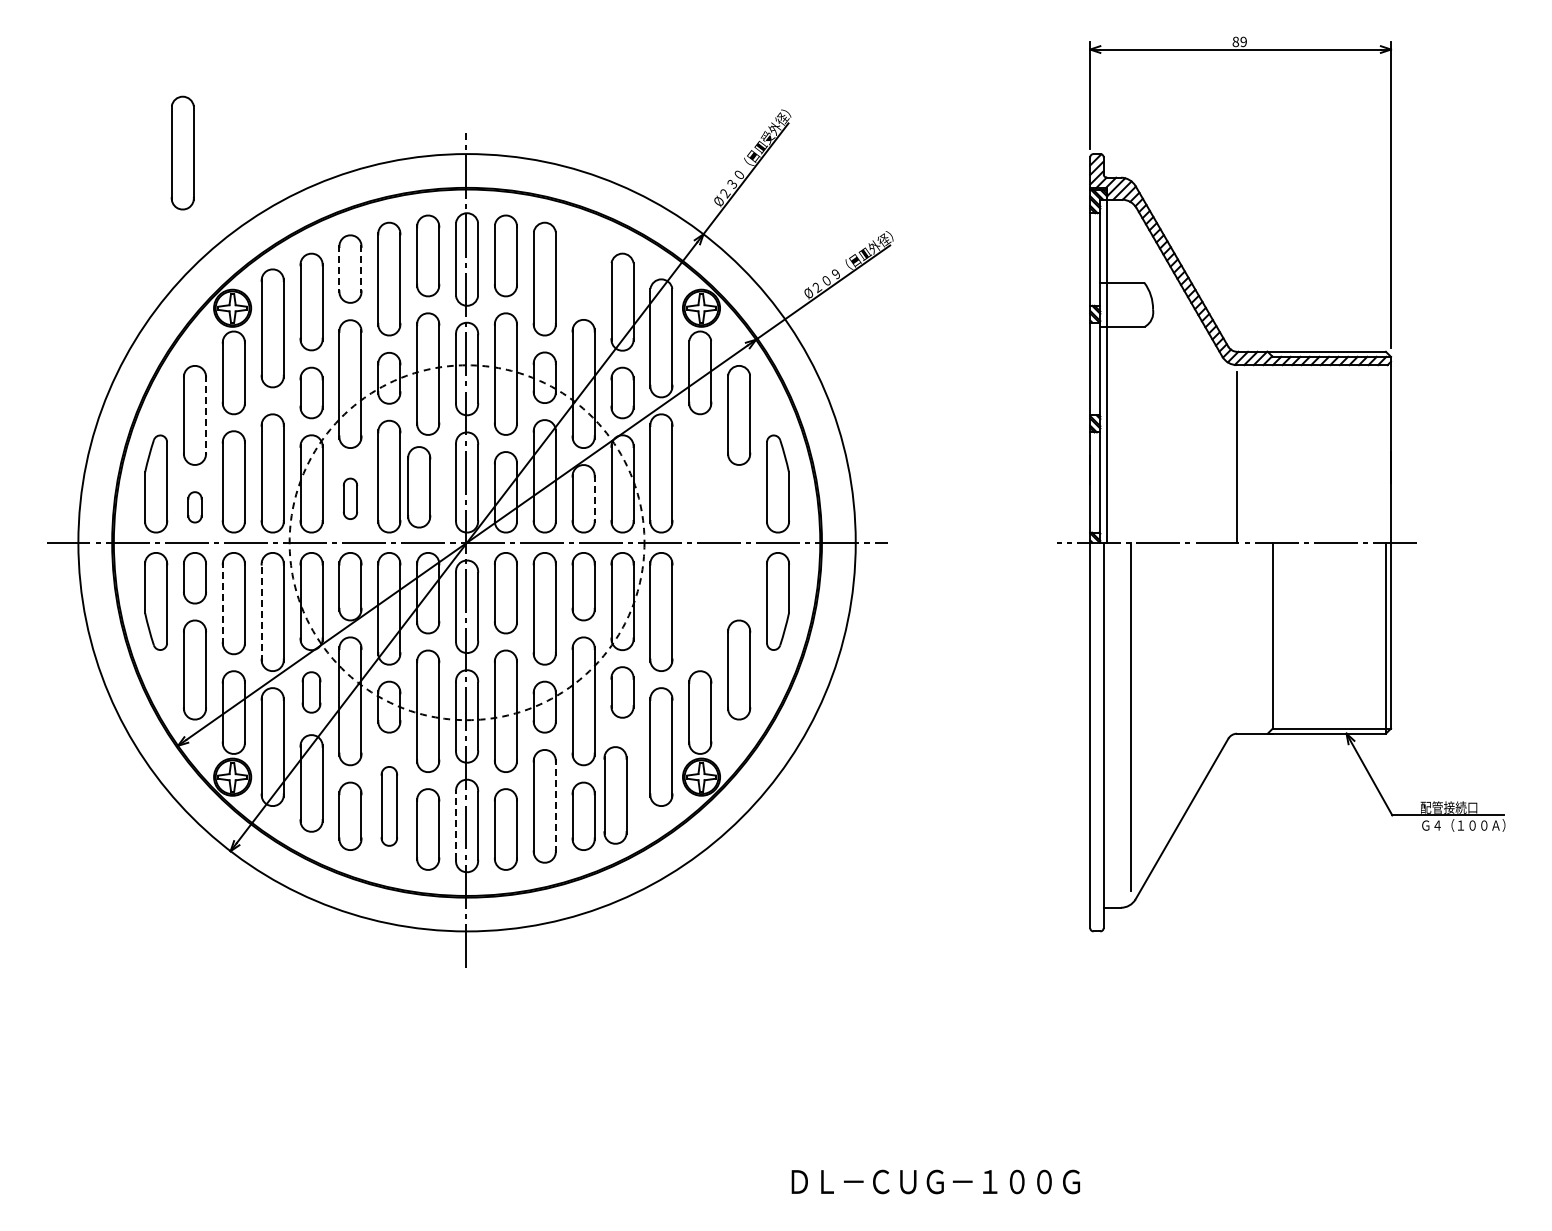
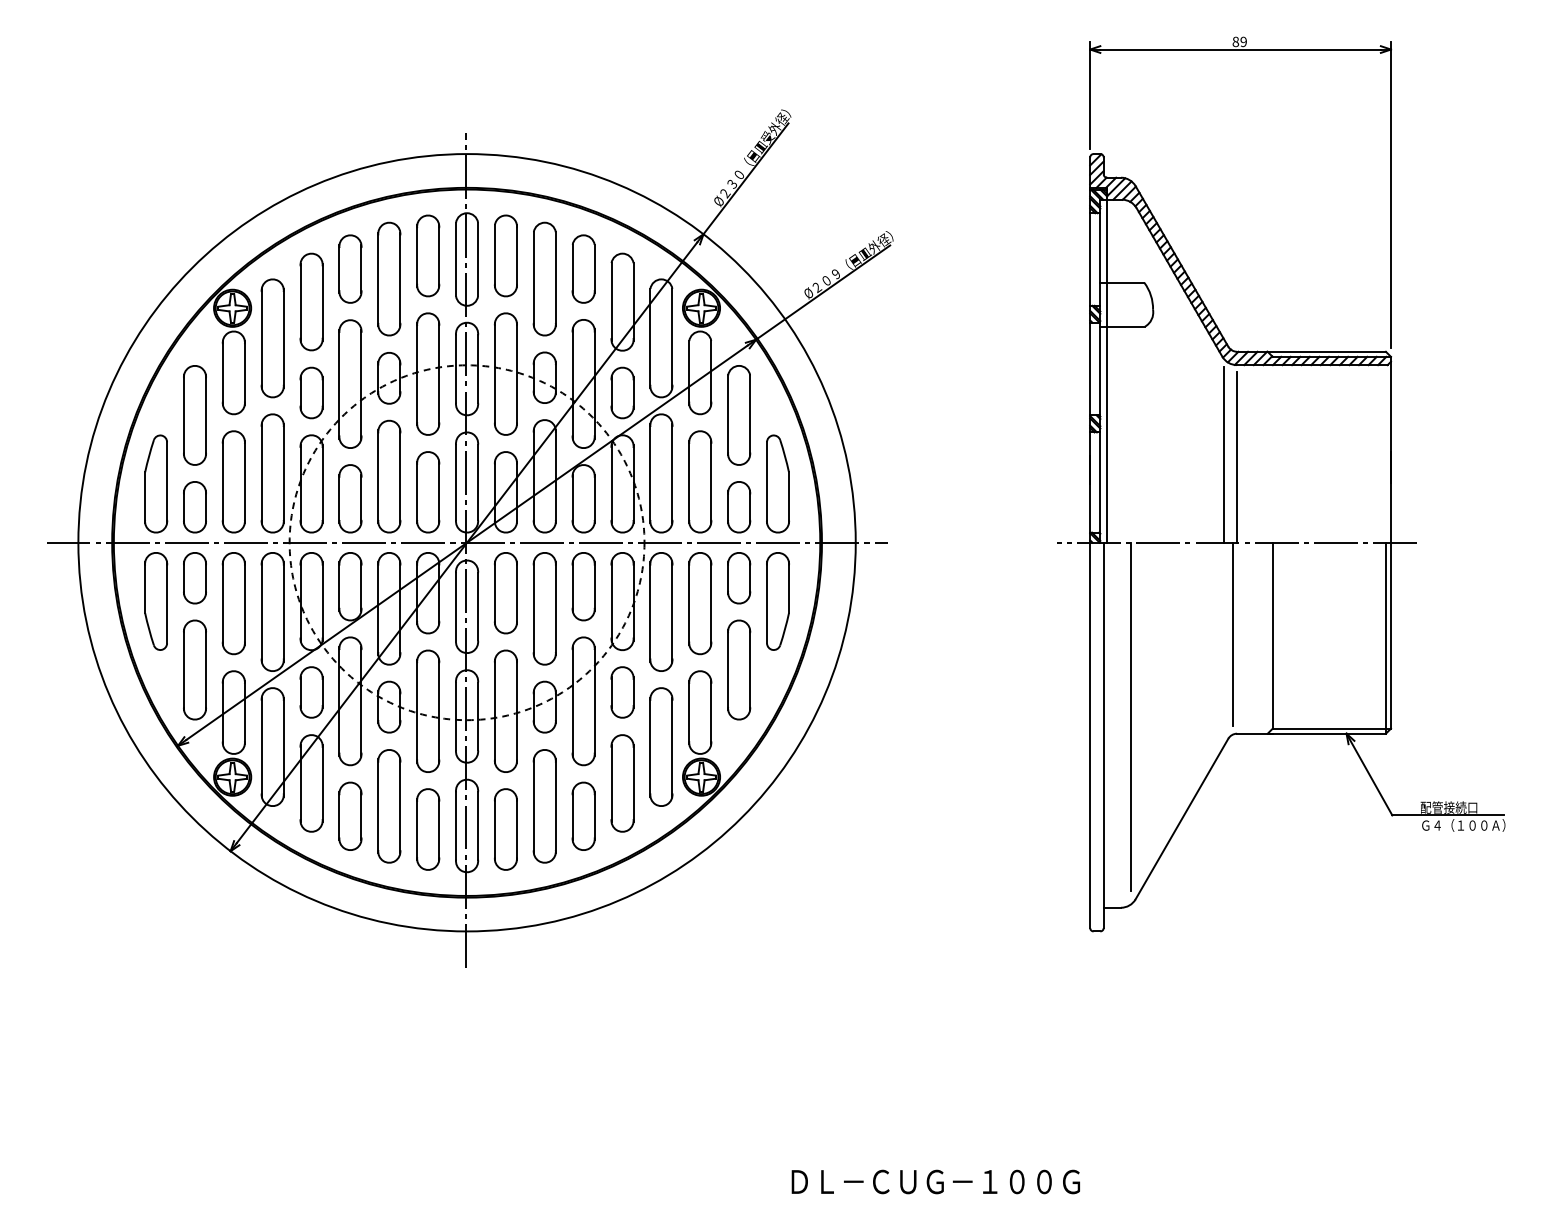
part at (182, 152): present -> none
part at (583, 268): none -> present
line at (339, 269): dashed -> solid
line at (361, 269): dashed -> solid
part at (272, 328) position: (272, 328) -> (272, 338)
line at (205, 415): dashed -> solid
line at (1224, 454): none -> present
part at (700, 481): none -> present
part at (419, 487) position: (419, 487) -> (428, 492)
part at (349, 498) size: 16x43 px -> 25x70 px
line at (594, 499): dashed -> solid
part at (194, 507) size: 16x33 px -> 24x53 px
part at (739, 507): none -> present
part at (739, 578): none -> present
line at (222, 603): dashed -> solid
part at (700, 603): none -> present
line at (261, 612): dashed -> solid
line at (1232, 634): none -> present
part at (311, 692) size: 21x43 px -> 25x53 px
part at (615, 795) position: (615, 795) -> (622, 783)
part at (388, 806) size: 18x81 px -> 25x115 px
line at (555, 806): dashed -> solid
line at (456, 825): dashed -> solid
